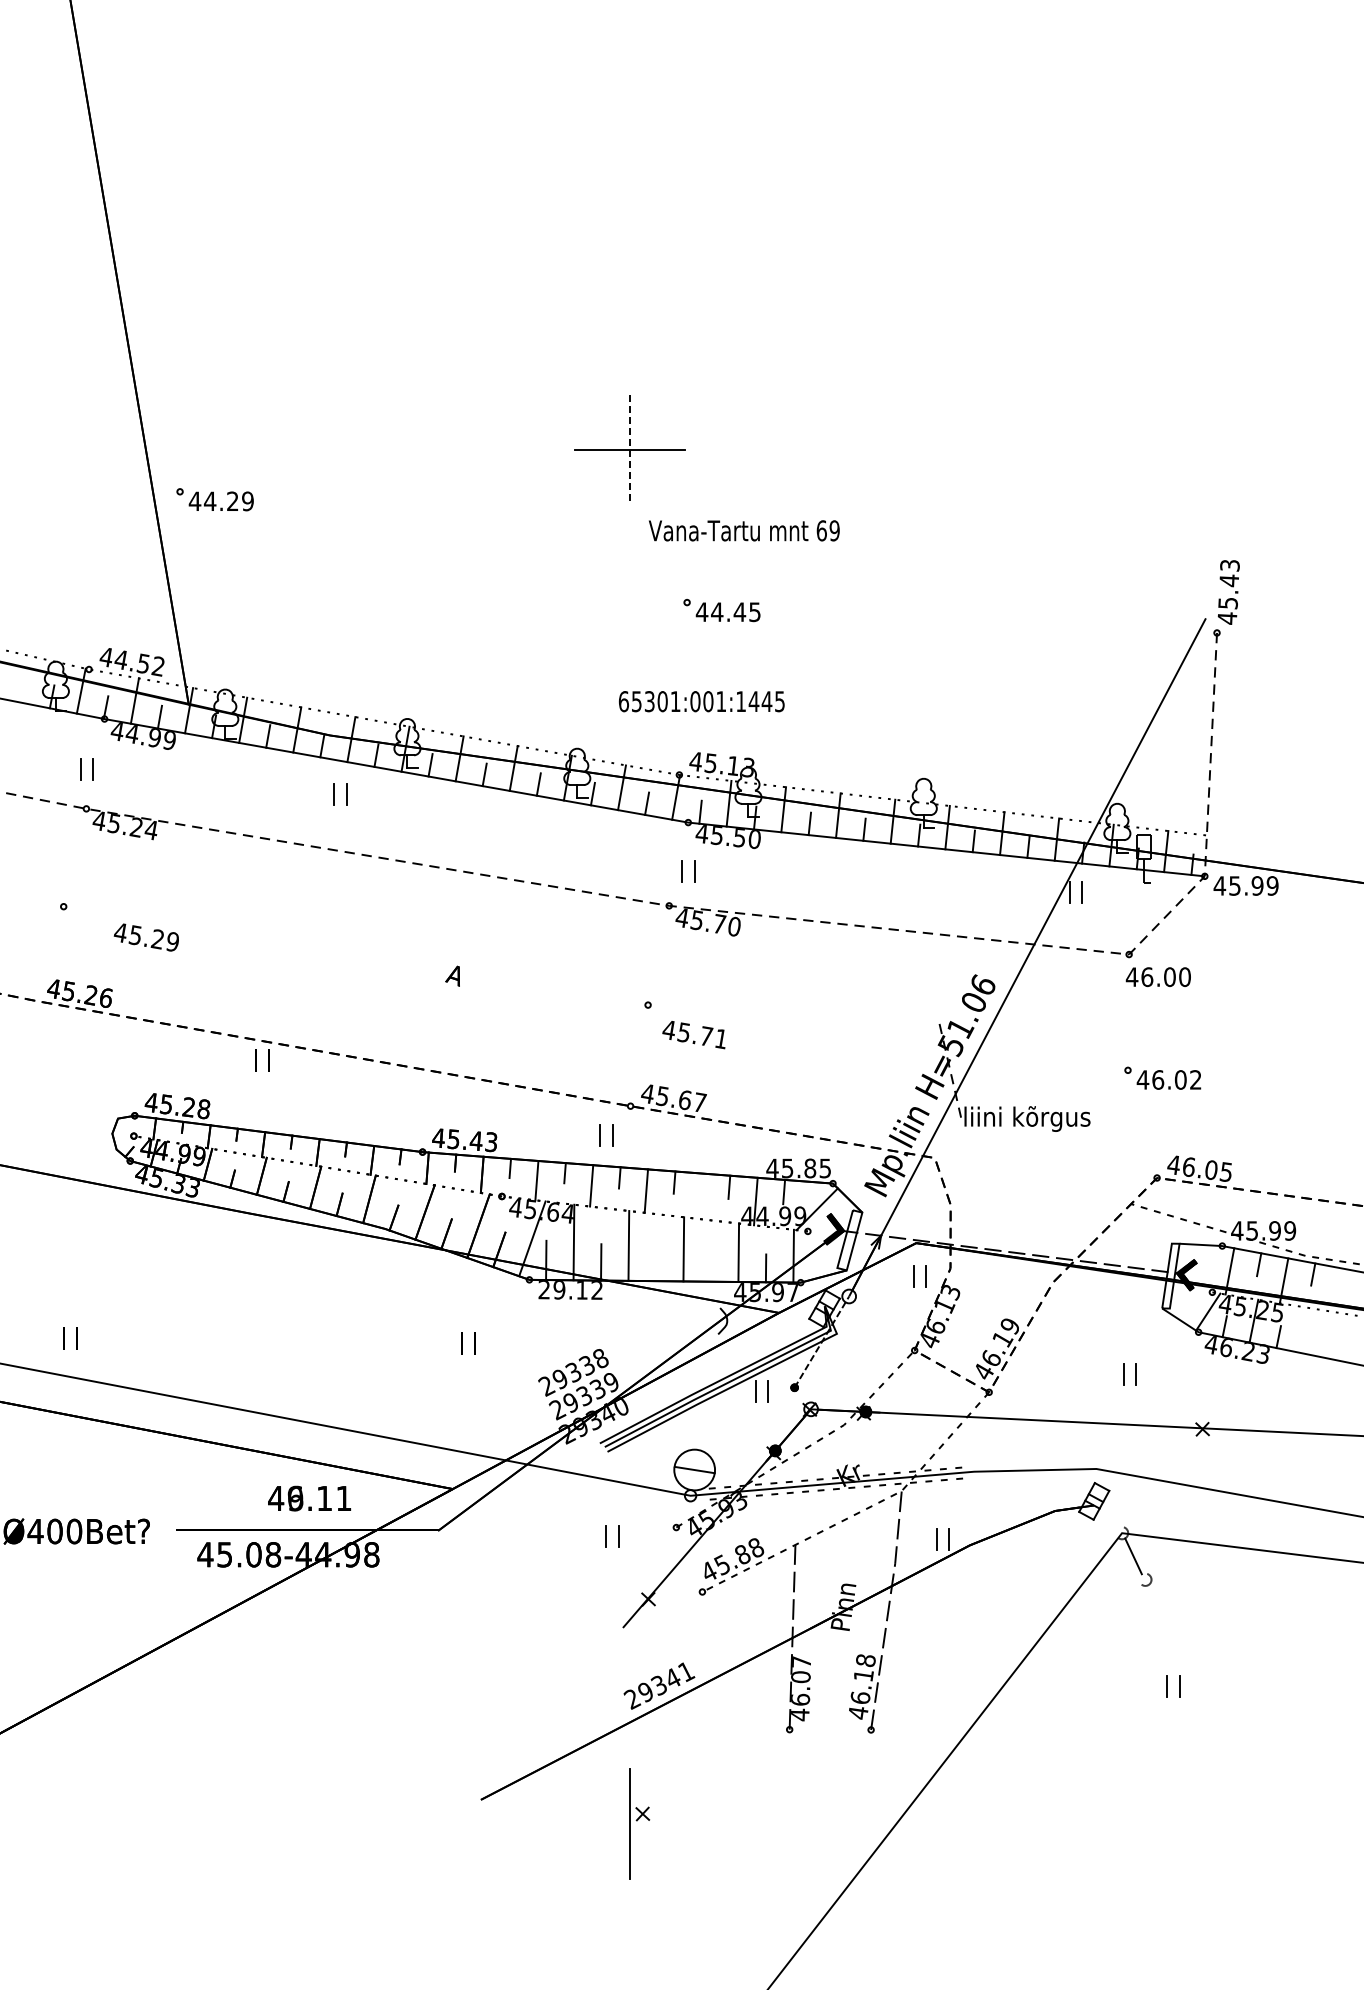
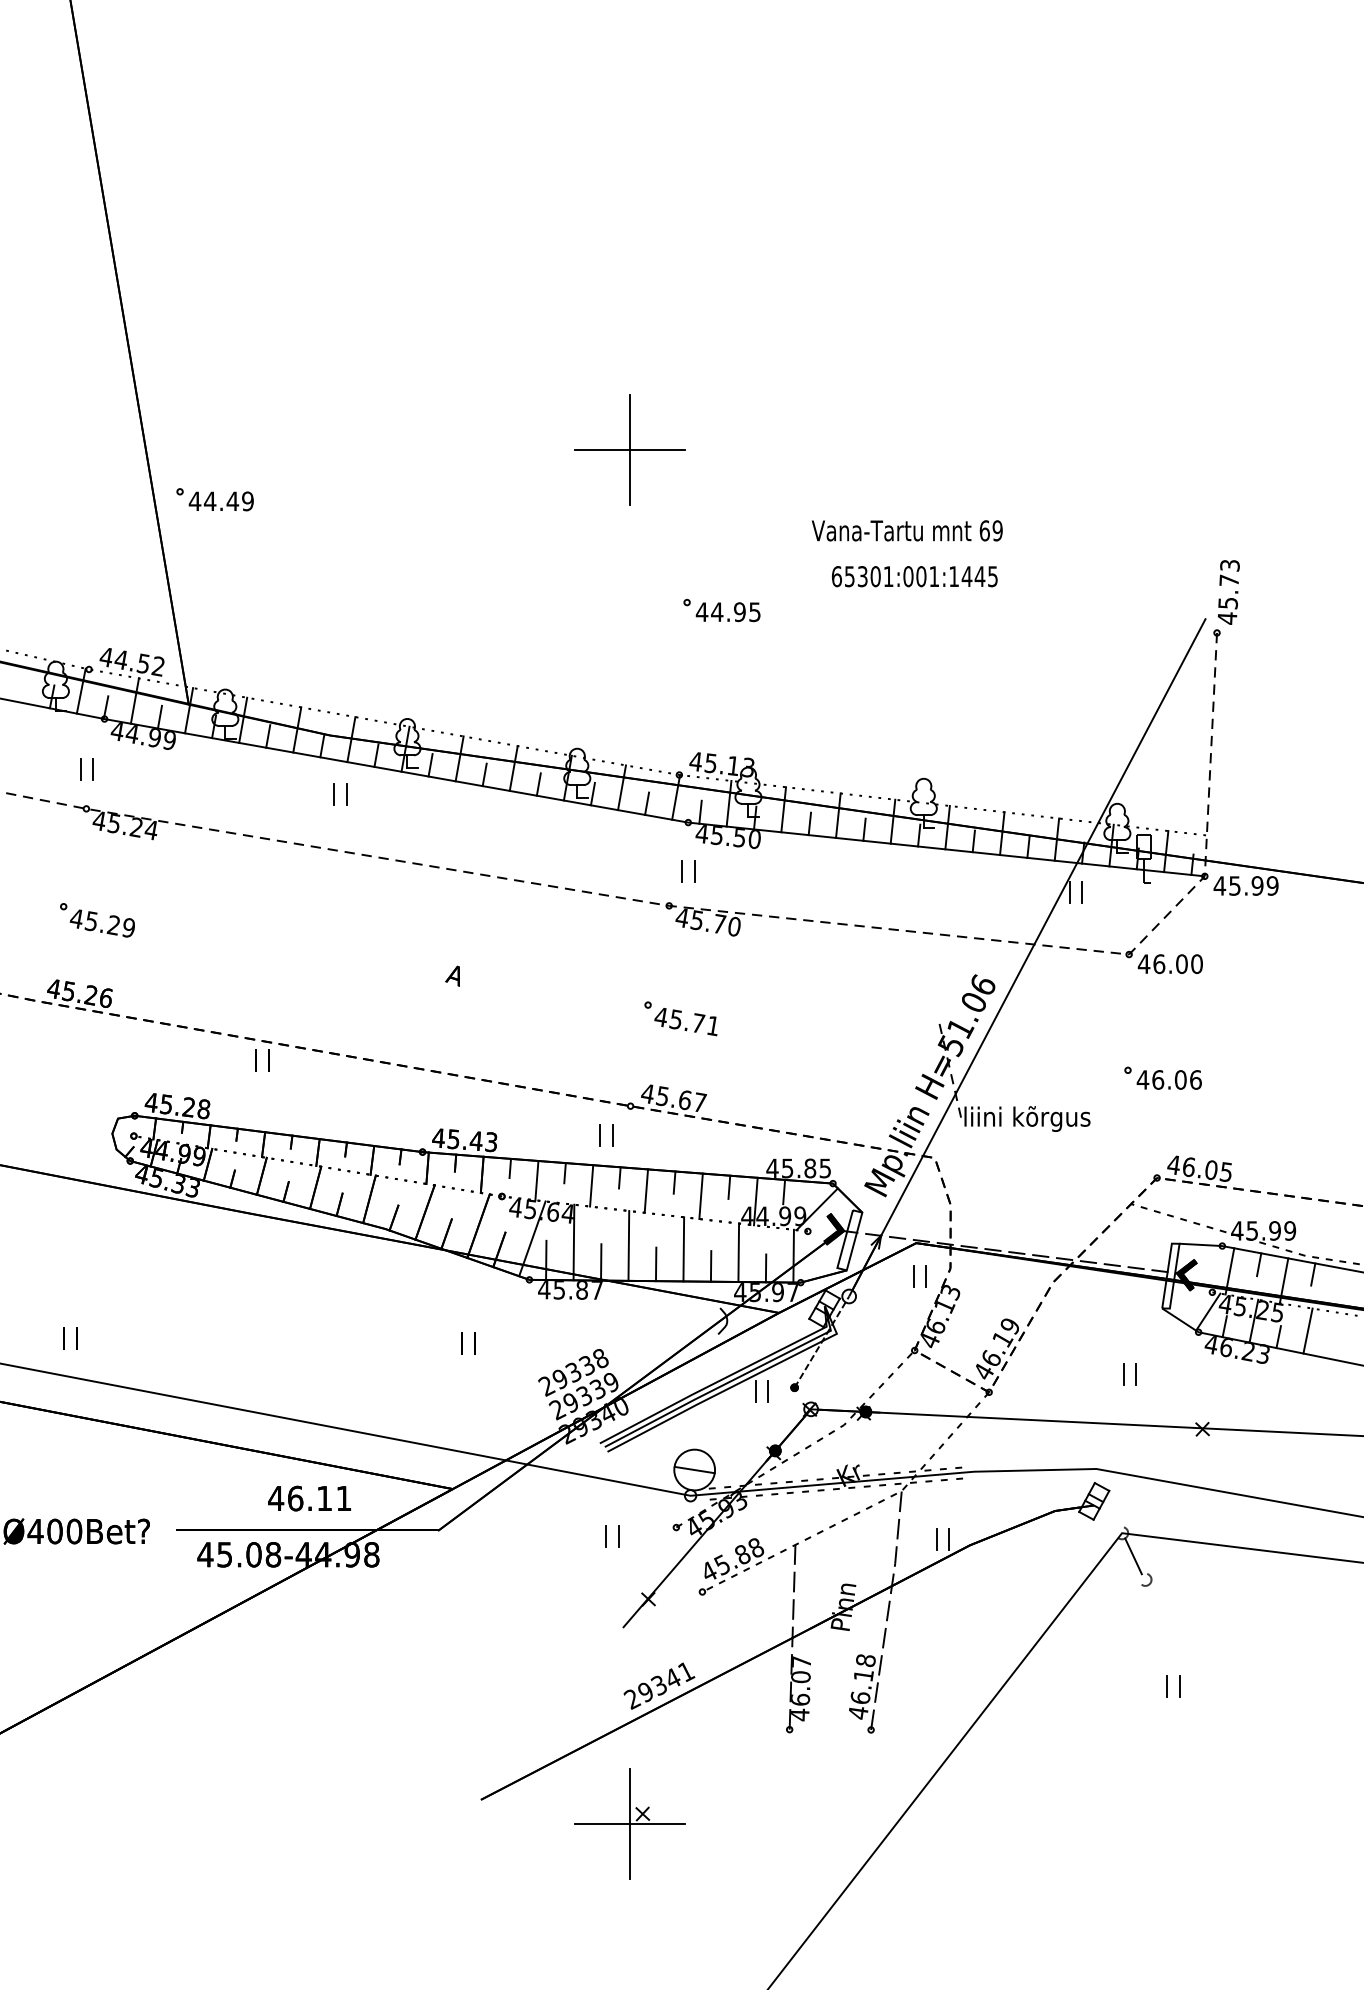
line at (630, 449): dashed -> solid
text at (232, 500): 44.29 -> 44.49
text at (744, 530) position: (744, 530) -> (907, 530)
text at (1228, 580): 45.43 -> 45.73
text at (739, 612): 44.45 -> 44.95
text at (701, 701) position: (701, 701) -> (914, 576)
text at (145, 937) position: (145, 937) -> (101, 923)
text at (1157, 977) position: (1157, 977) -> (1169, 964)
text at (693, 1035) position: (693, 1035) -> (685, 1022)
text at (1195, 1079): 46.02 -> 46.06
line at (700, 1196): none -> present
line at (655, 1264): none -> present
line at (710, 1266): none -> present
text at (570, 1290): 29.12 -> 45.87
line at (1307, 1330): none -> present
text at (295, 1498): 49.11 -> 46.11
line at (630, 1823): none -> present
